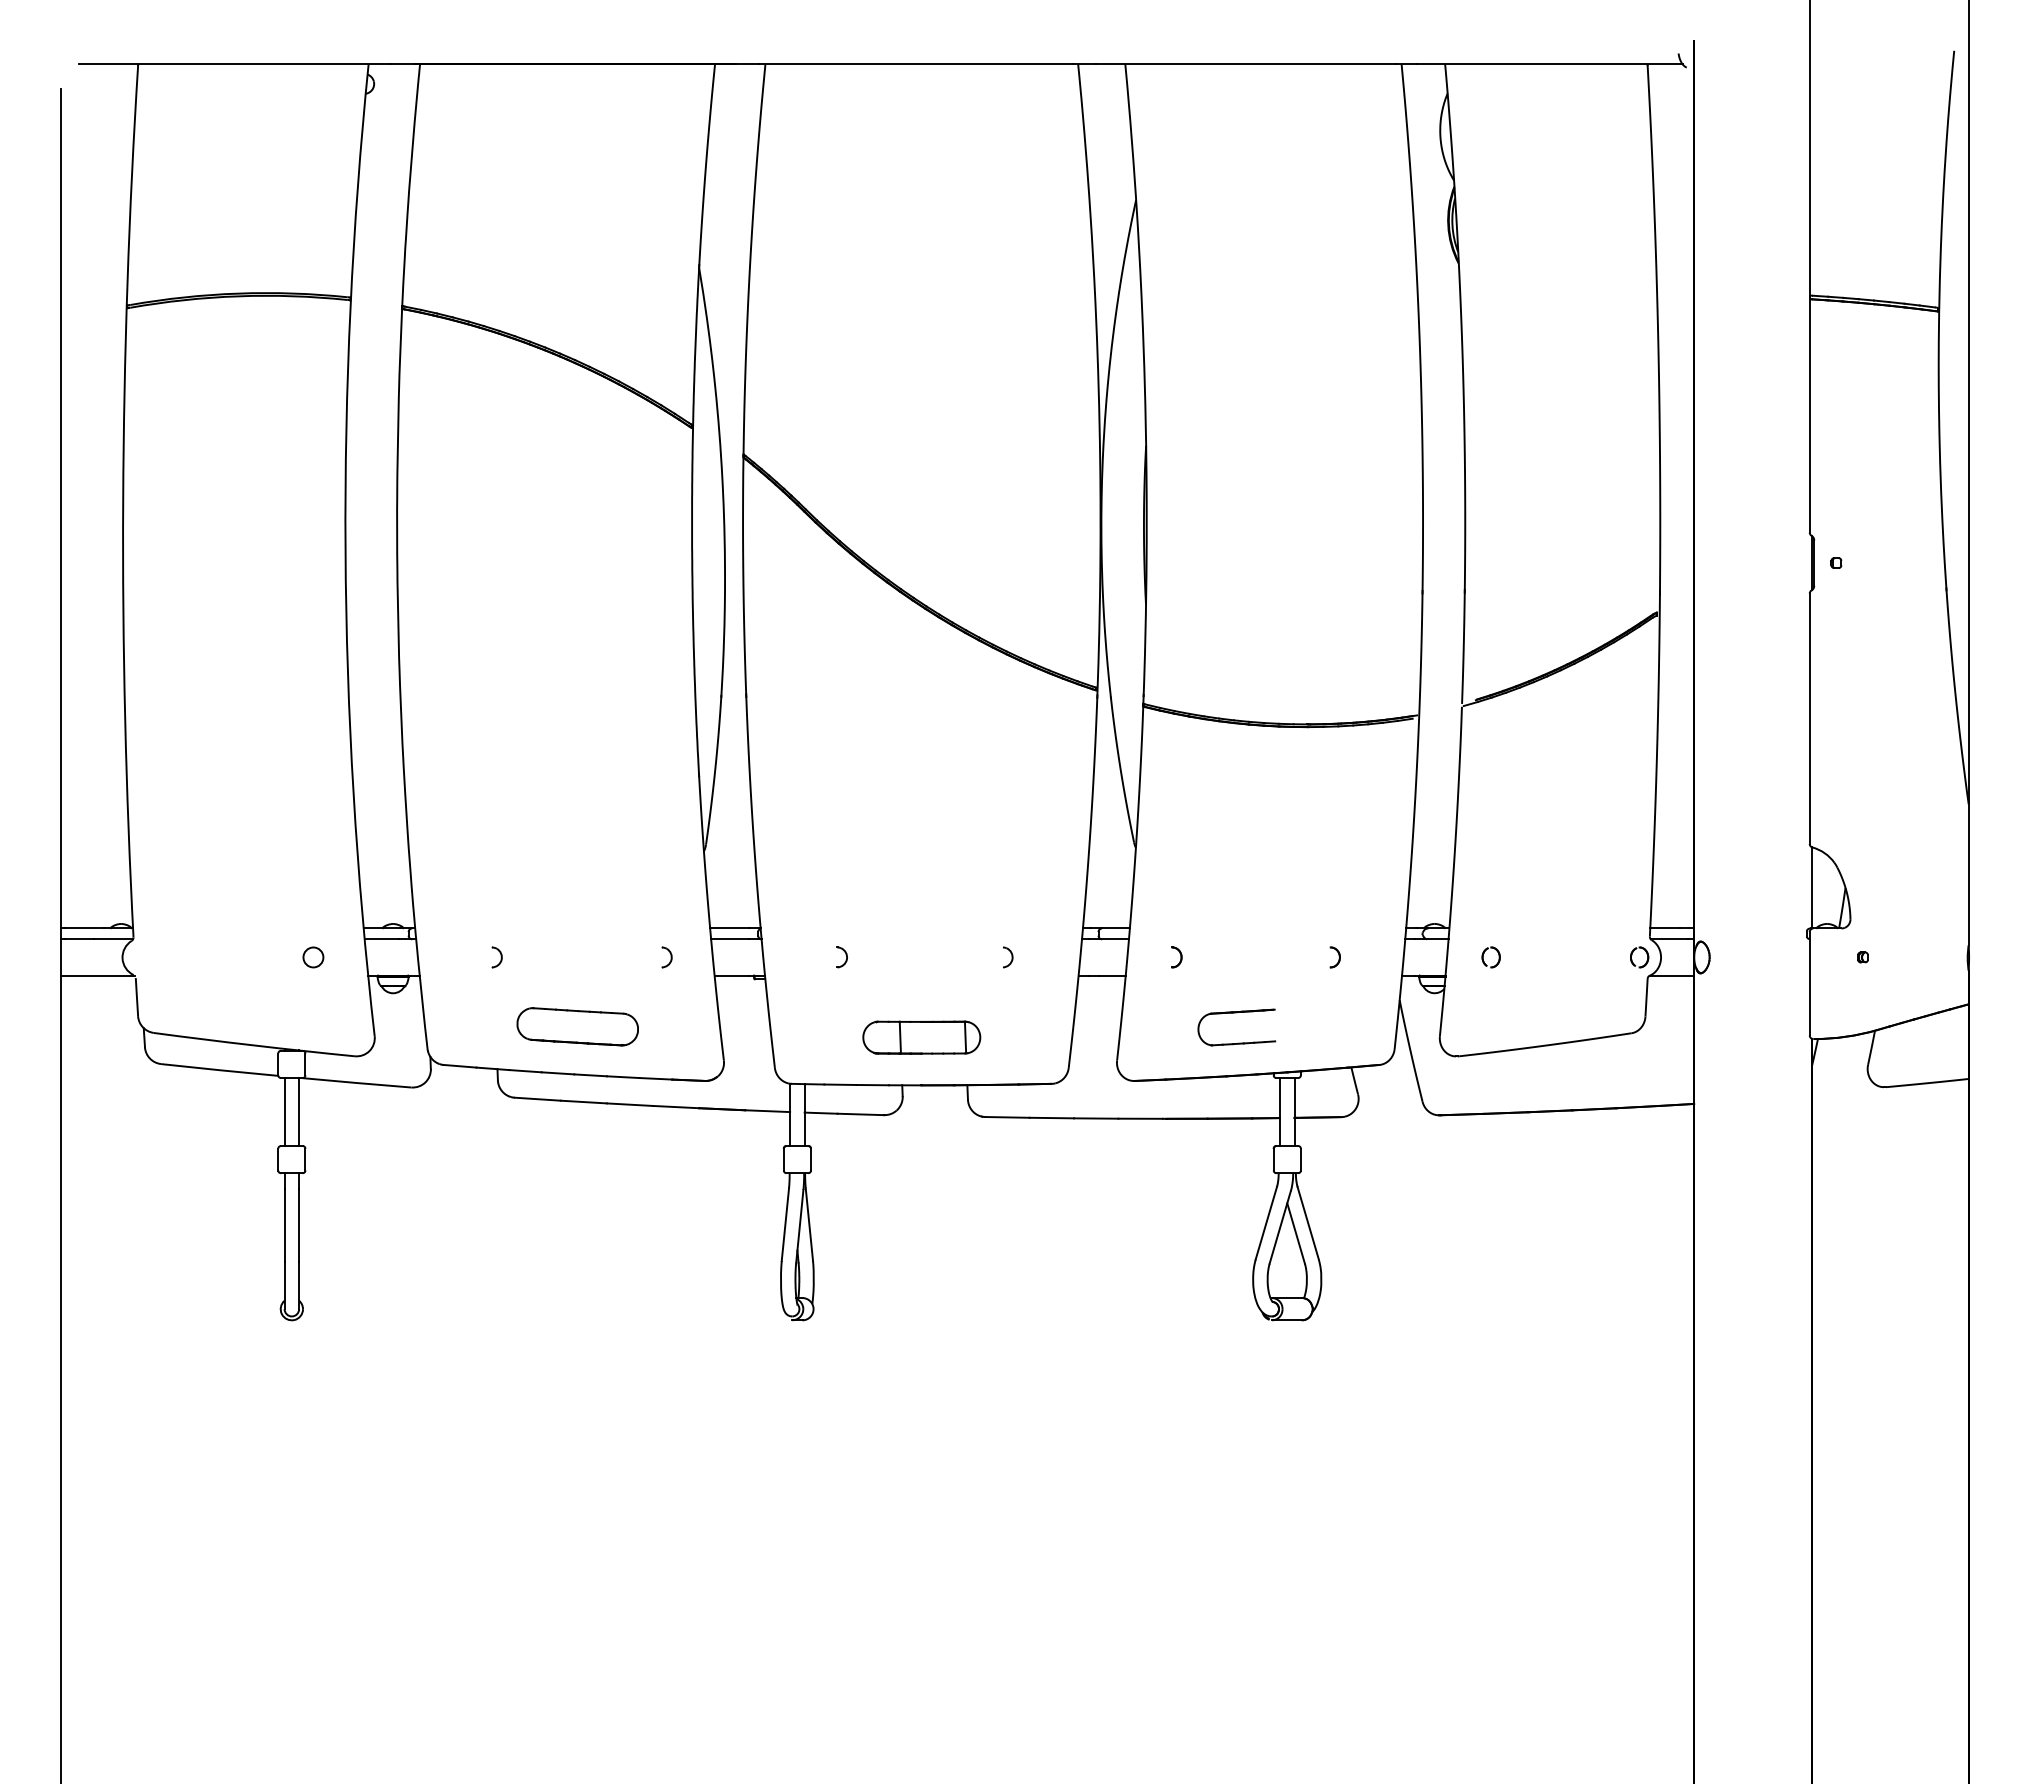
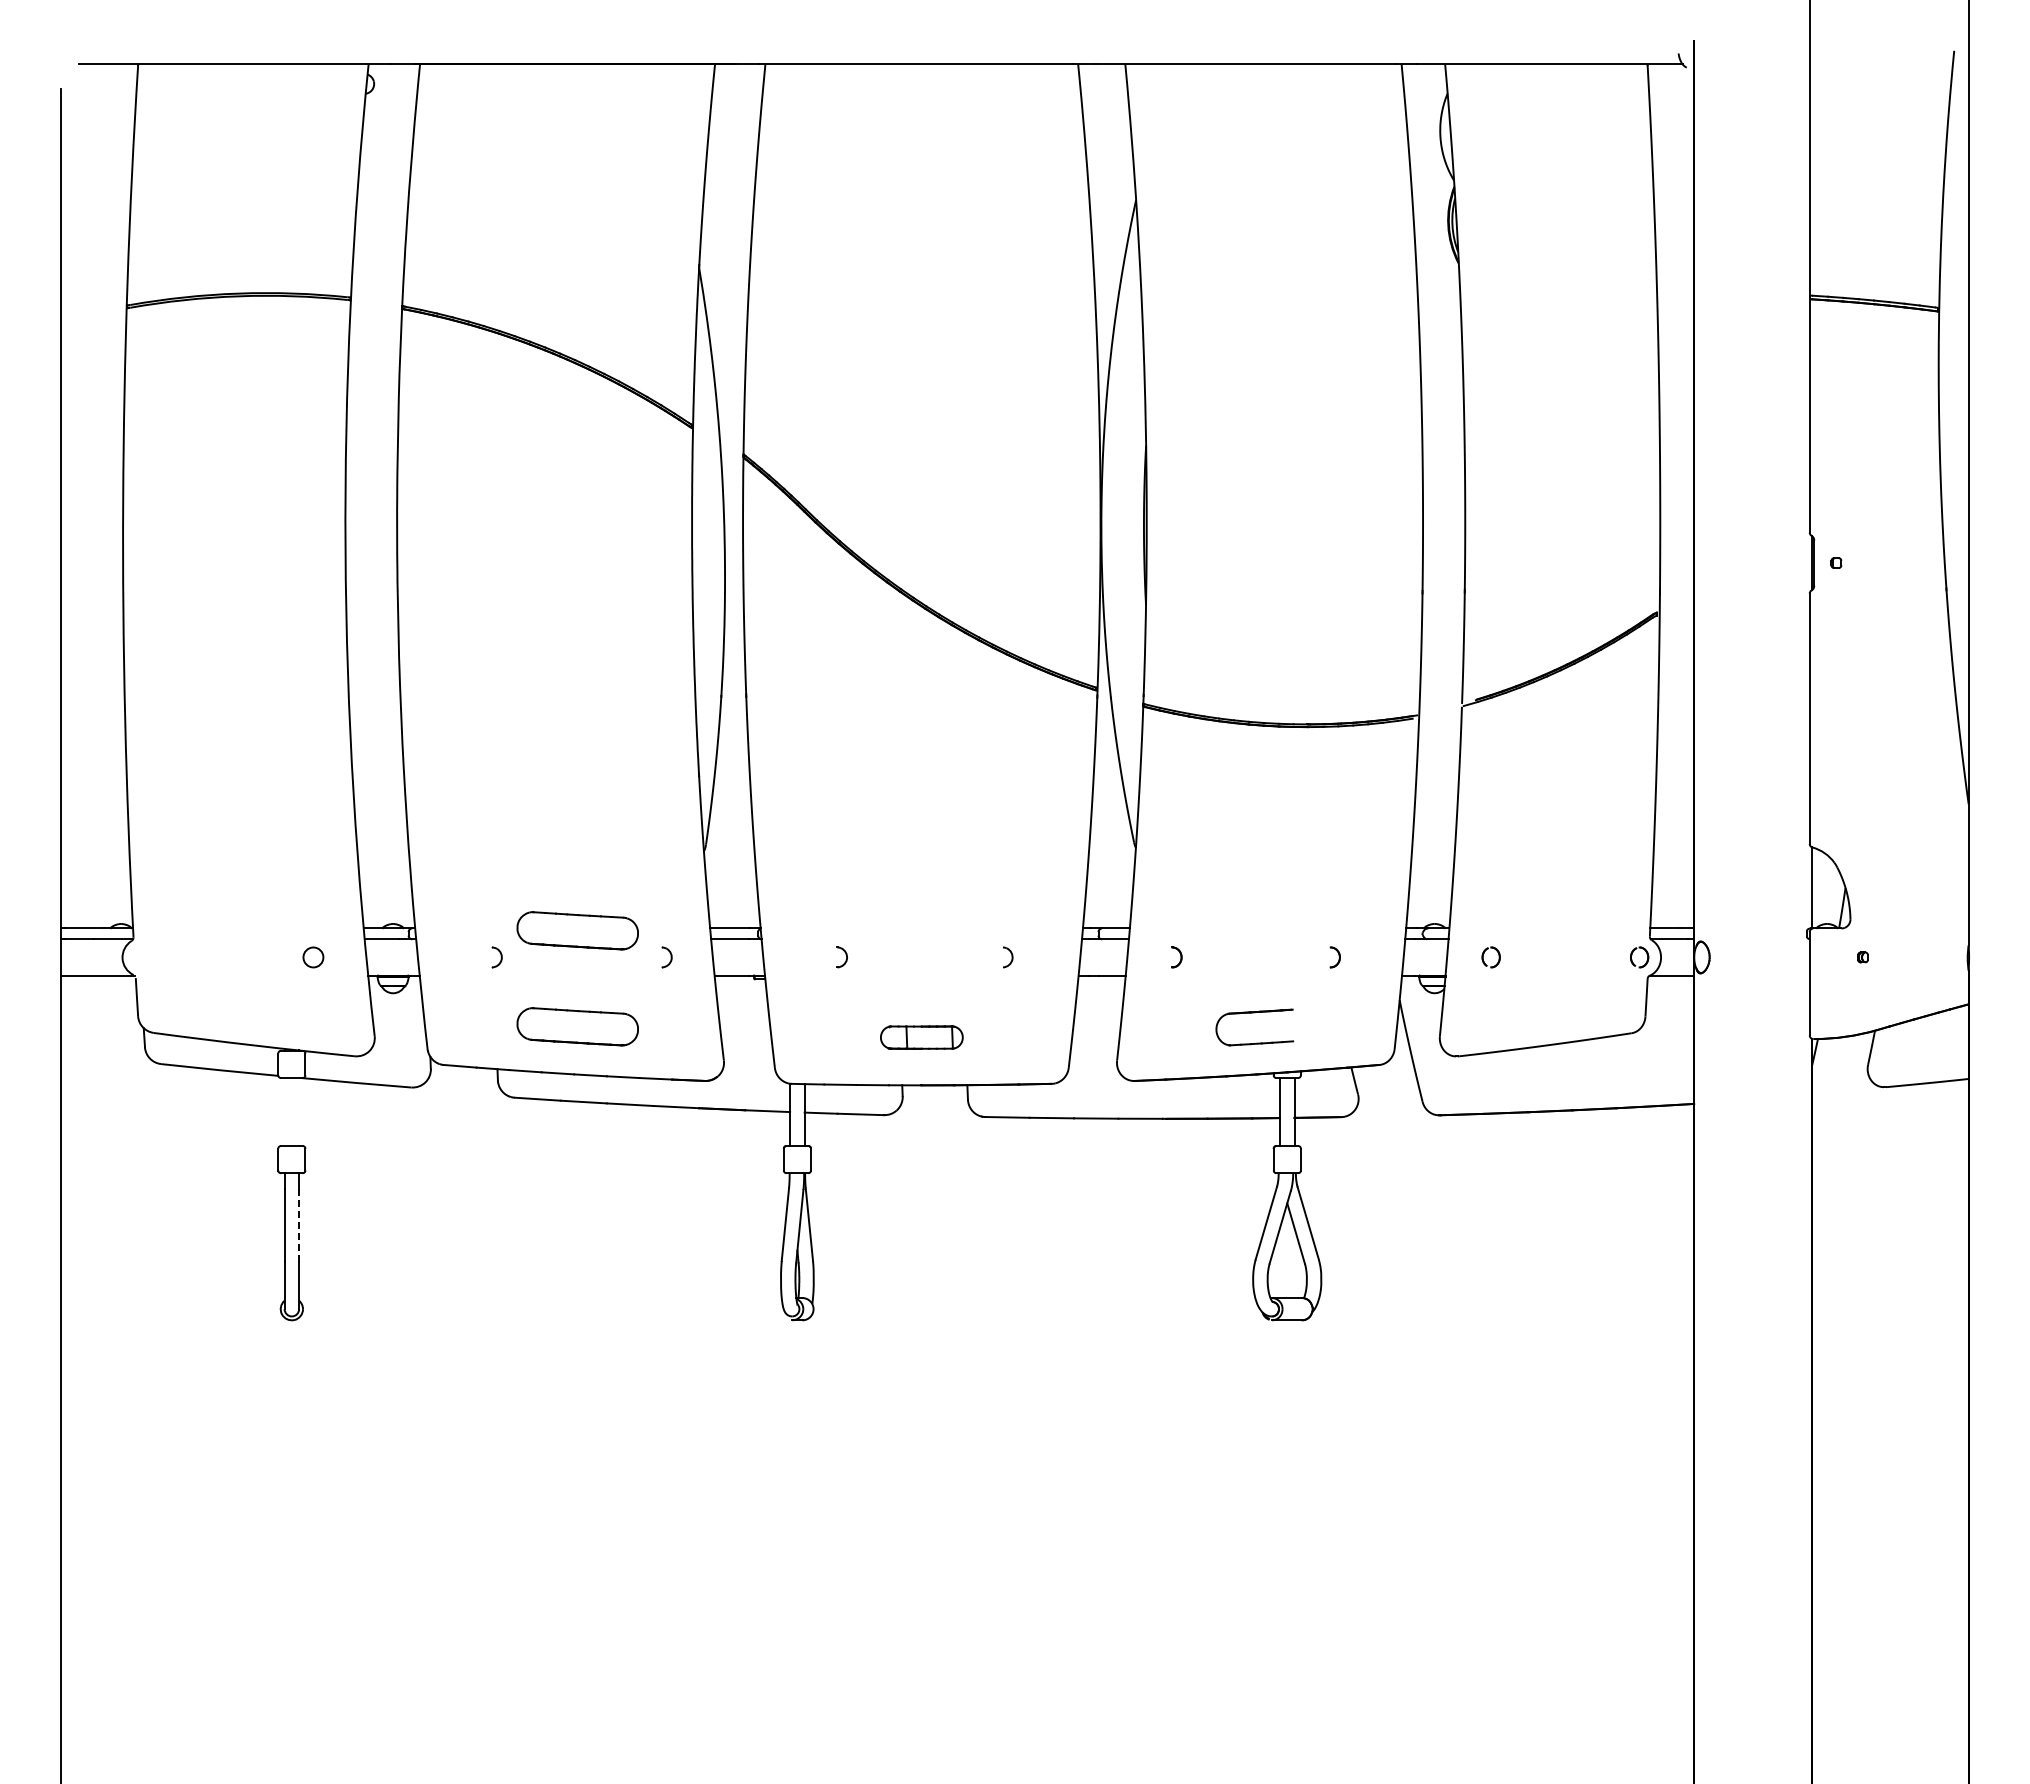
part at (577, 930): none -> present
part at (1236, 1013) position: (1236, 1013) -> (1254, 1013)
part at (921, 1037) size: 120x35 px -> 84x25 px
line at (284, 1112): present -> none
line at (299, 1112): present -> none
line at (299, 1225): solid -> dashed
